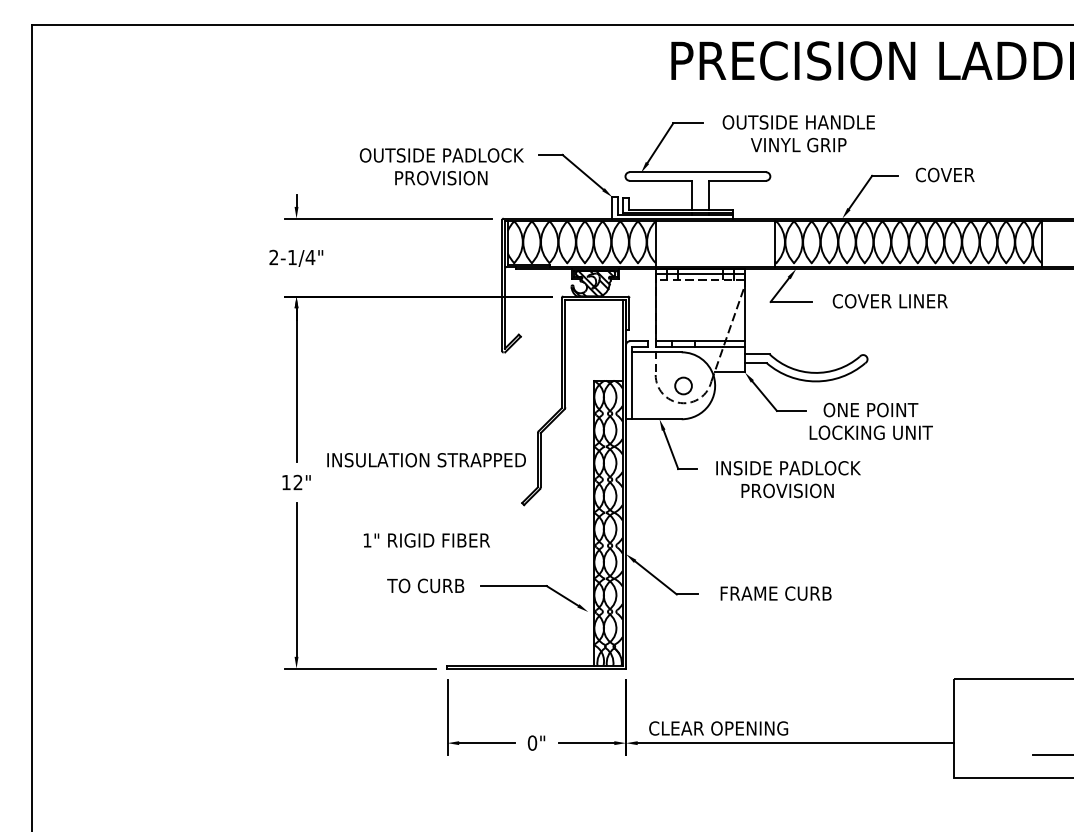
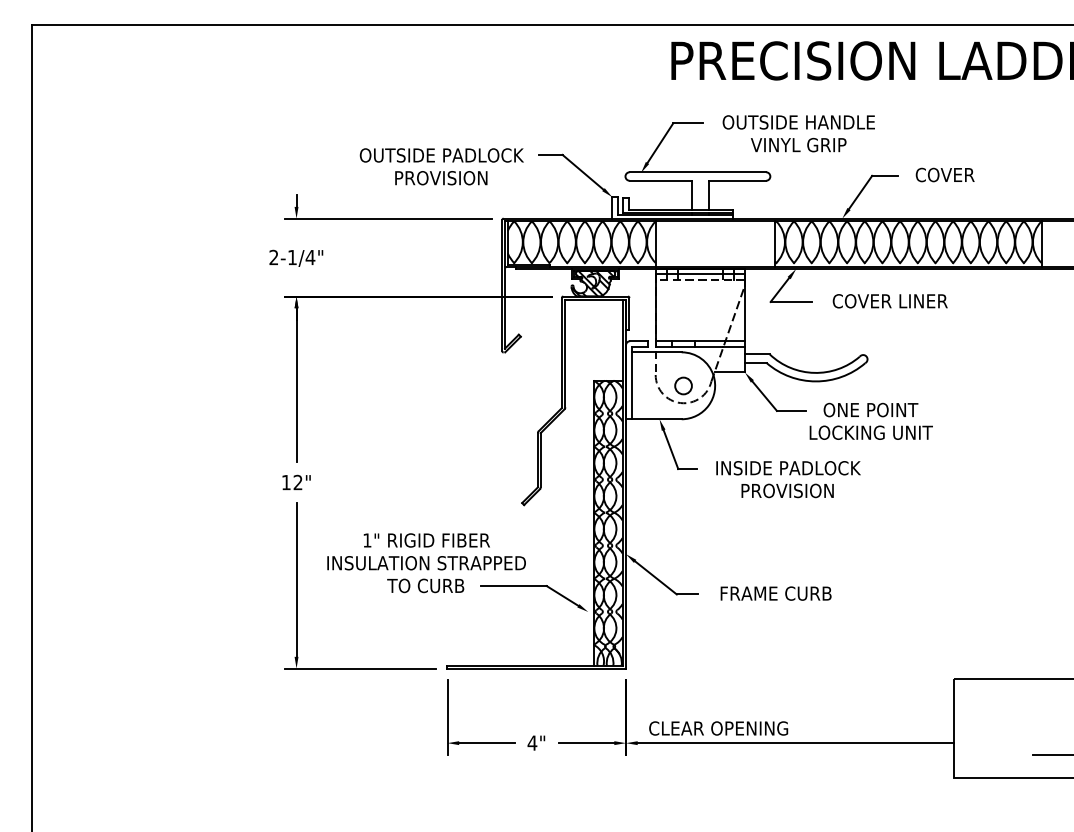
text at (426, 460) position: (426, 460) -> (426, 563)
text at (532, 742): 0" -> 4"
